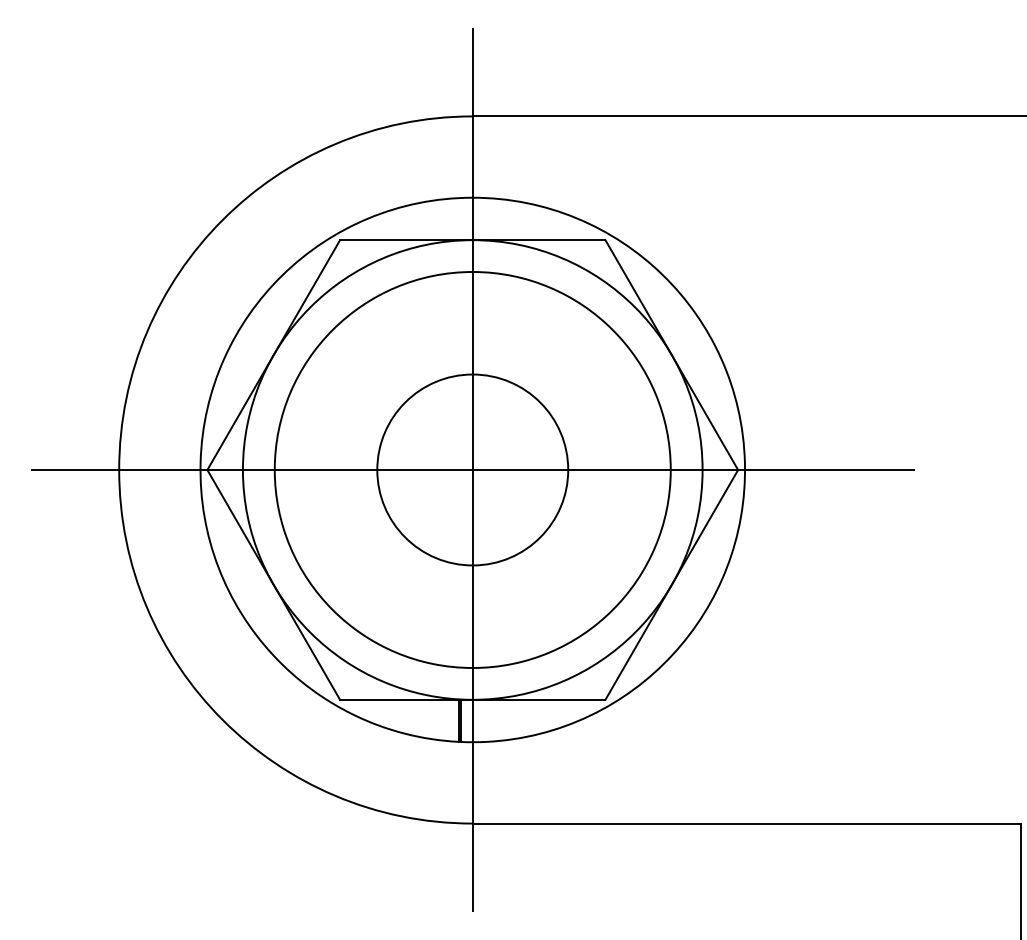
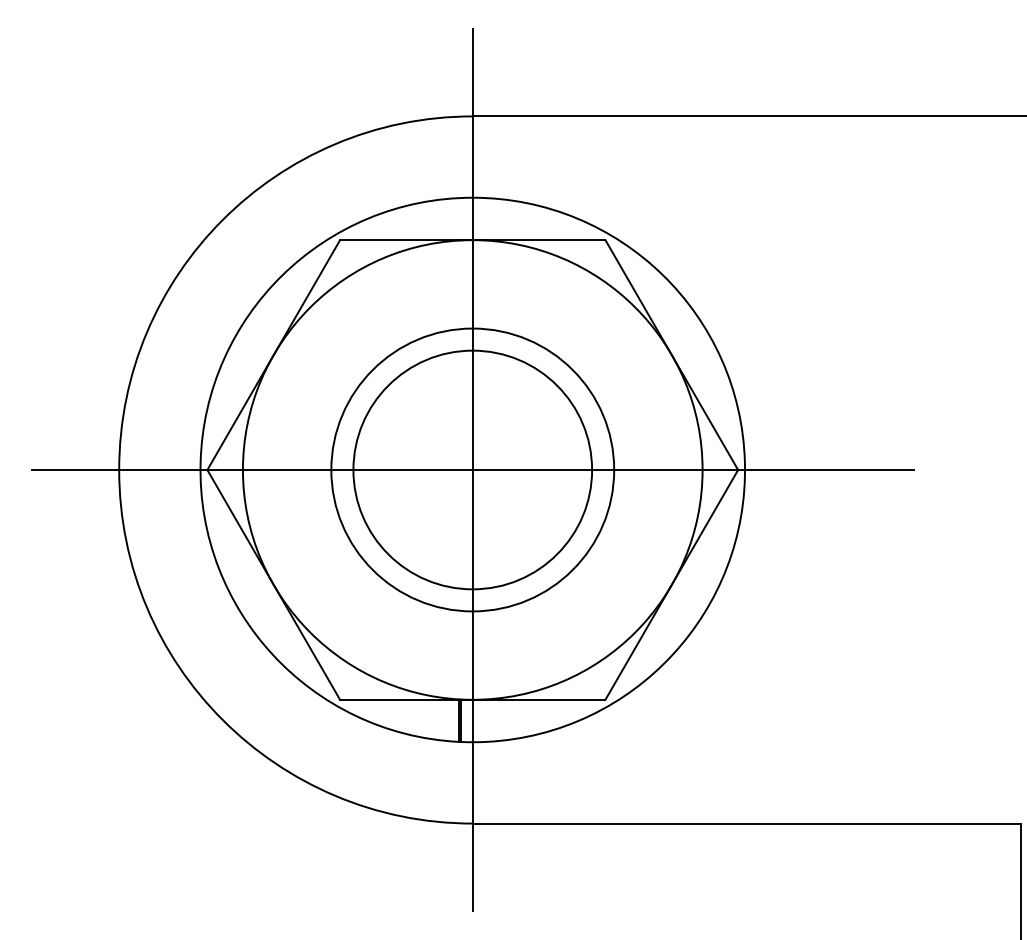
circle at (472, 469) diameter: 191 px -> 239 px
circle at (472, 469) diameter: 396 px -> 283 px
